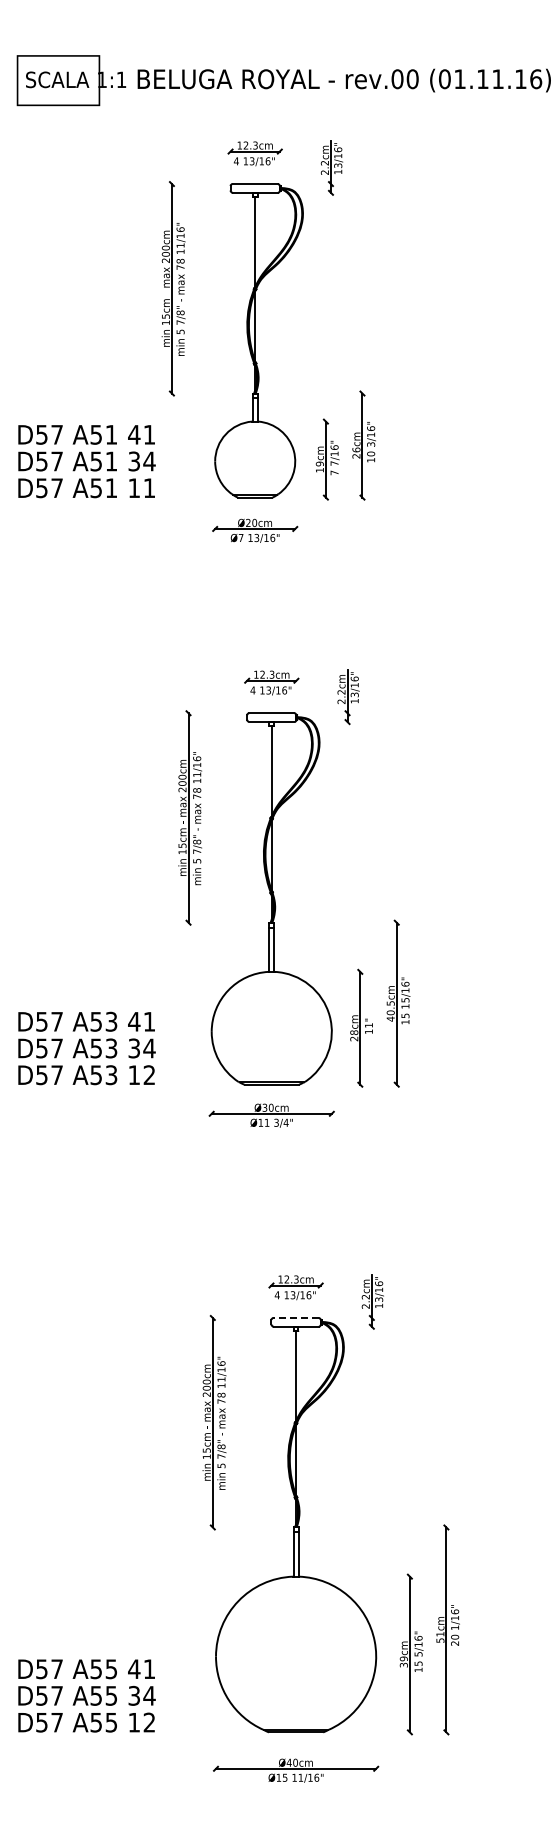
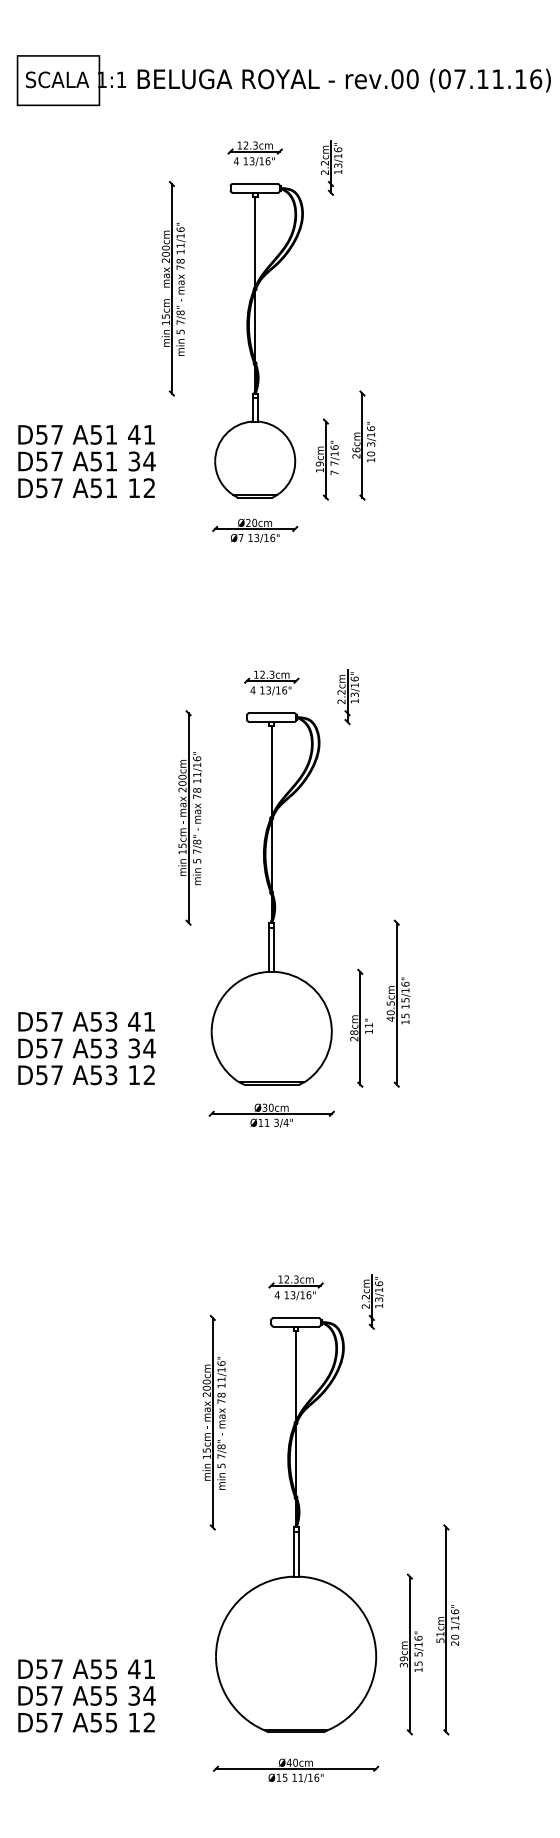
text at (459, 78): (01.11.16) -> (07.11.16)
text at (148, 487): 11 -> 12
line at (296, 1318): dashed -> solid
